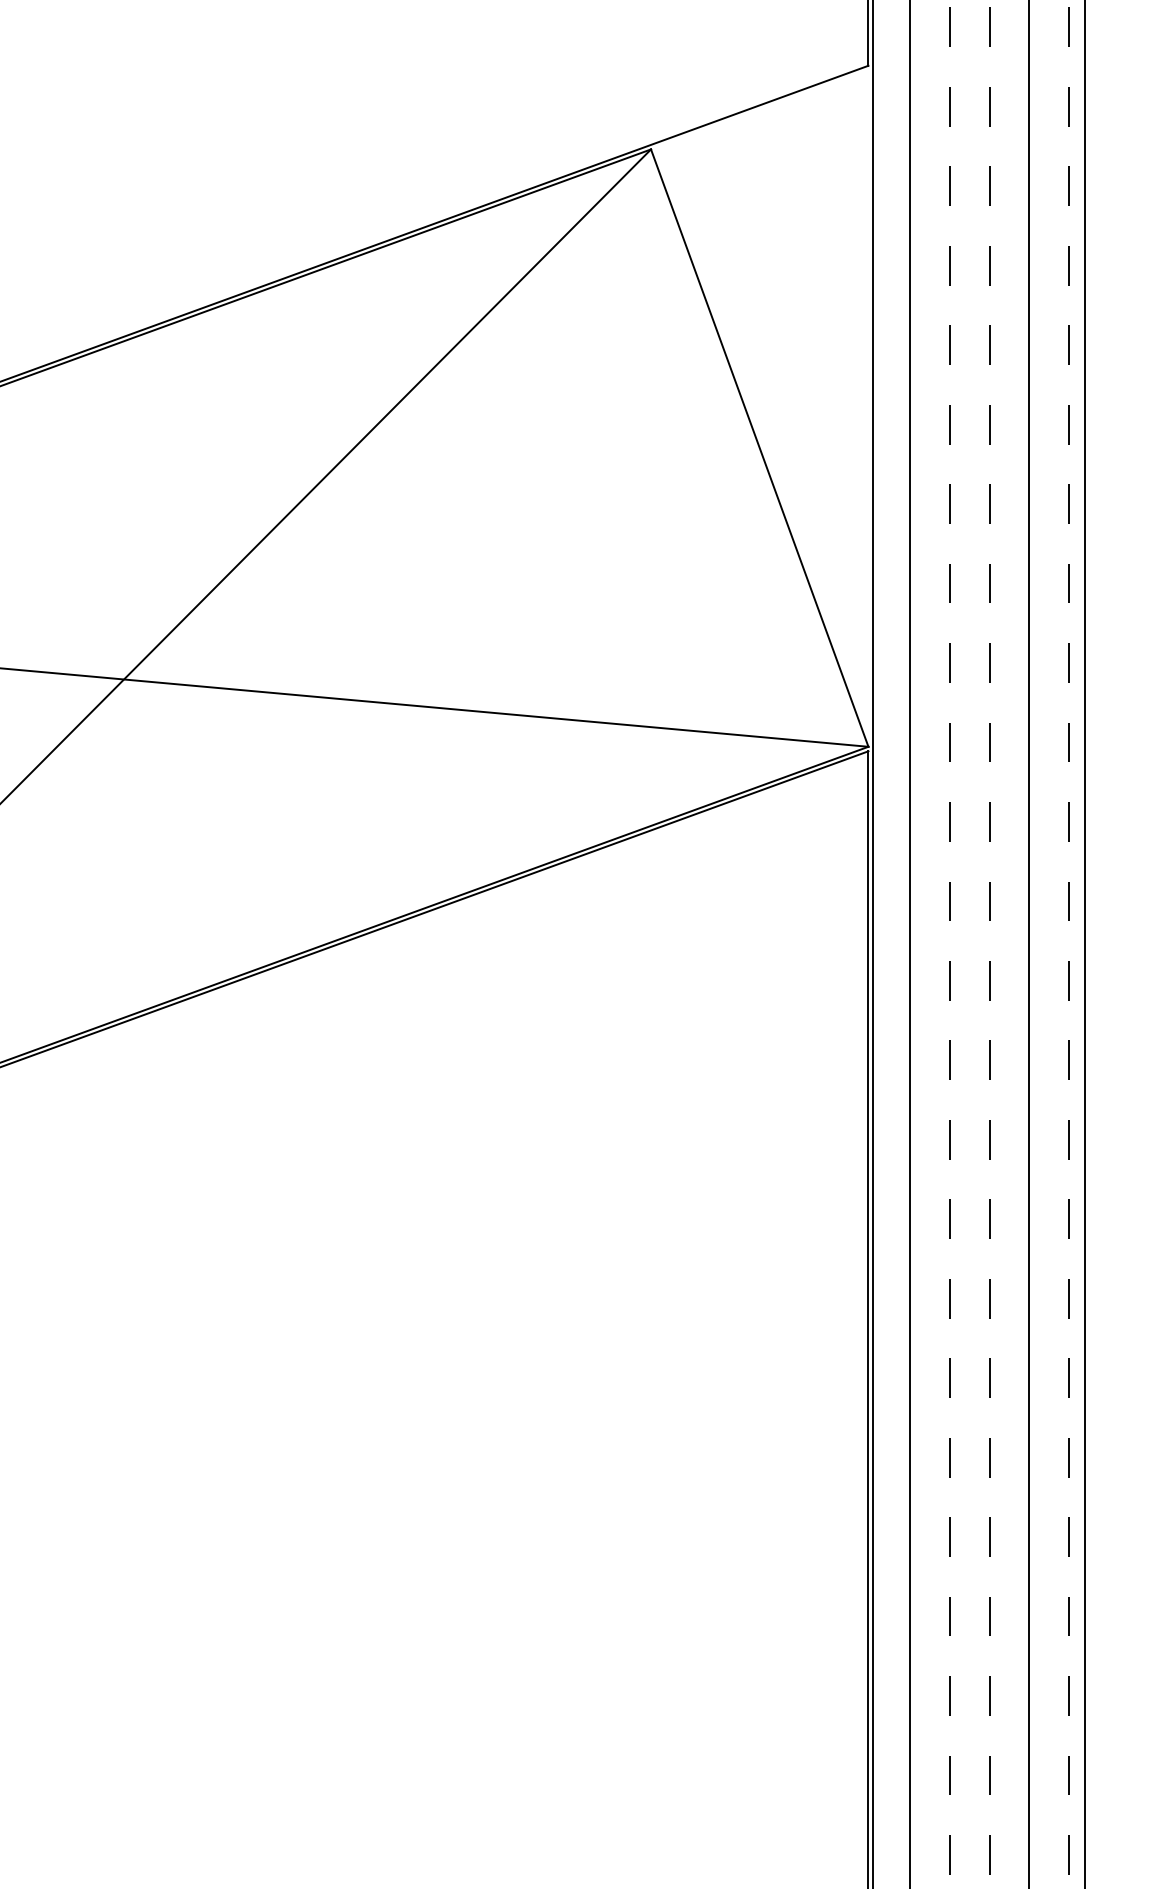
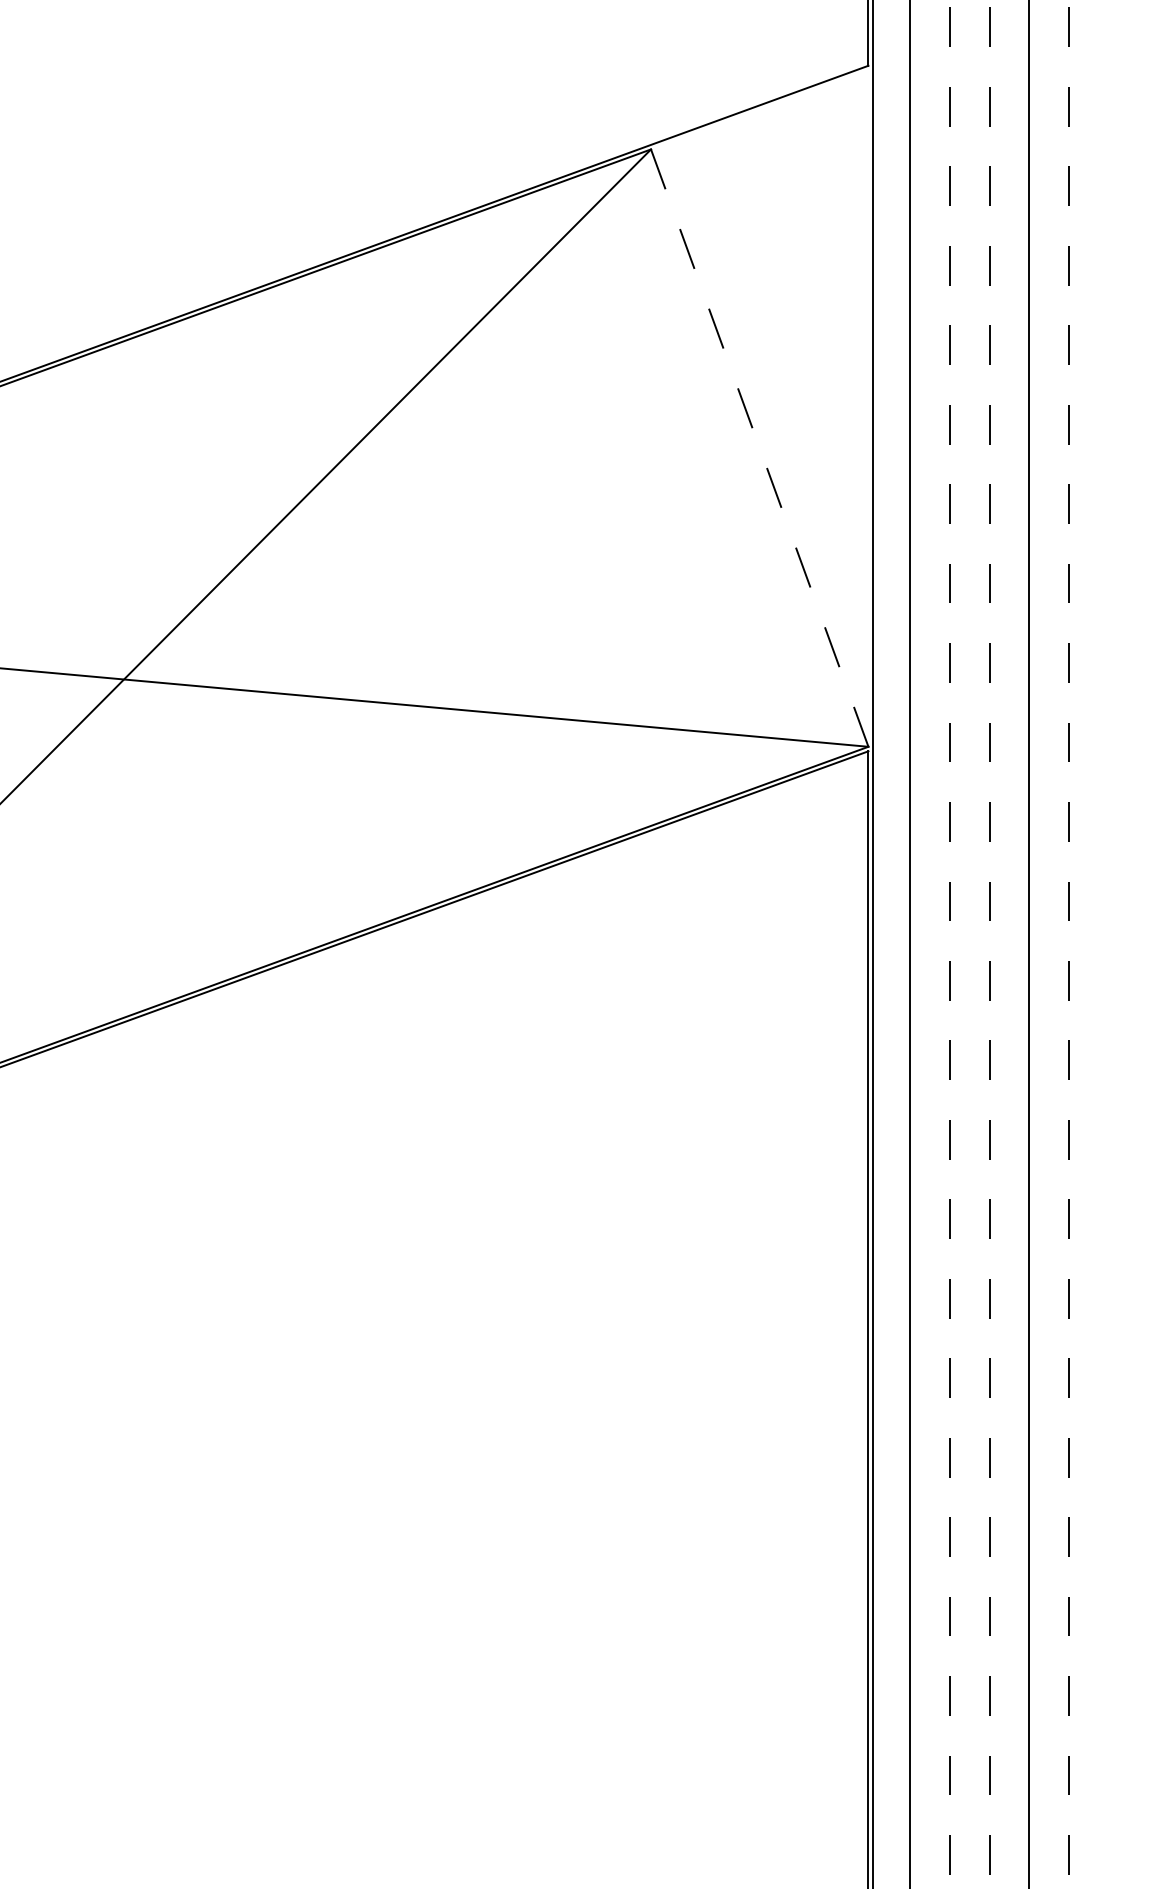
line at (759, 448): solid -> dashed
line at (1084, 943): present -> none
